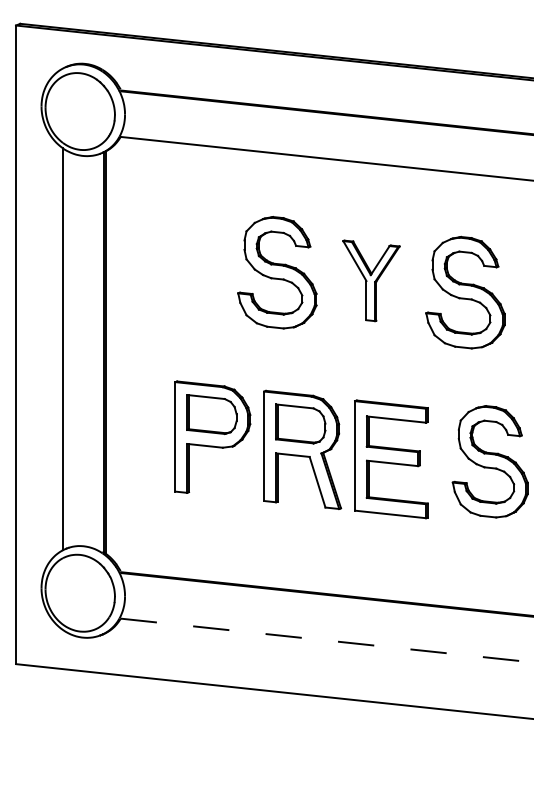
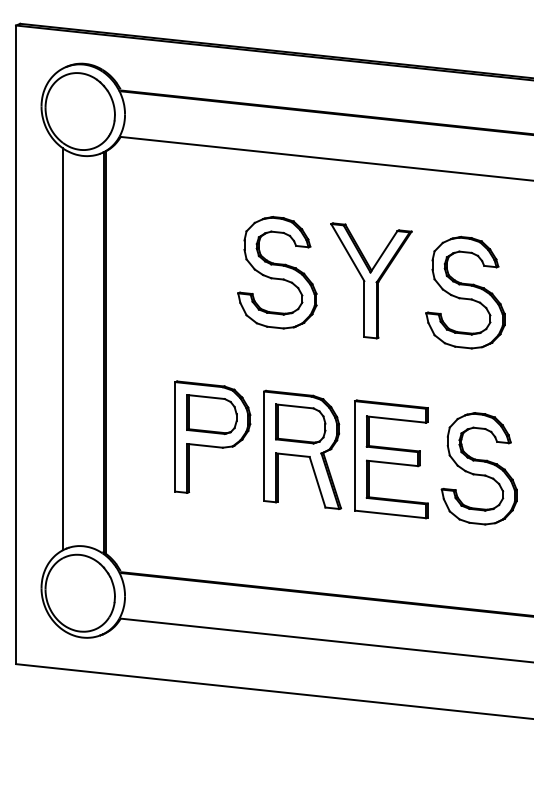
part at (371, 280) size: 59x84 px -> 83x118 px
part at (489, 461) position: (489, 461) -> (478, 468)
line at (327, 640): dashed -> solid
